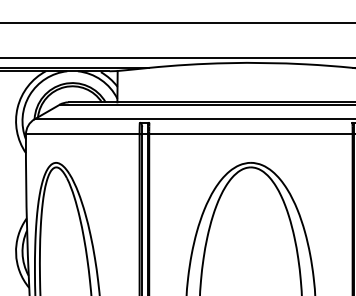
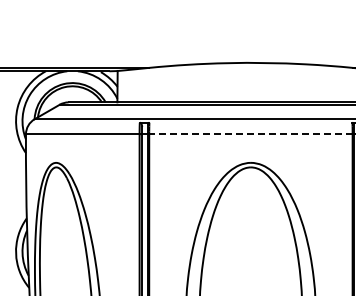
line at (177, 23): present -> none
line at (177, 58): present -> none
line at (250, 134): solid -> dashed
